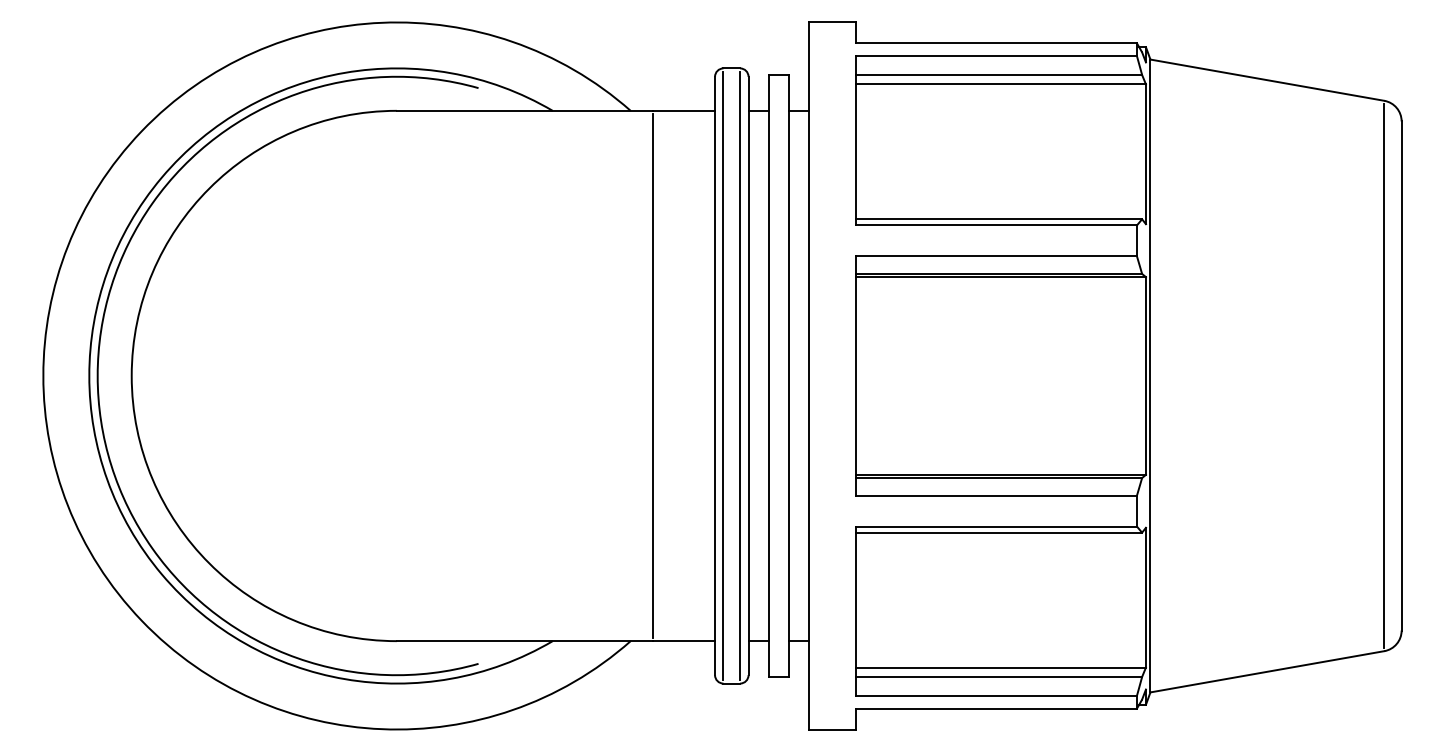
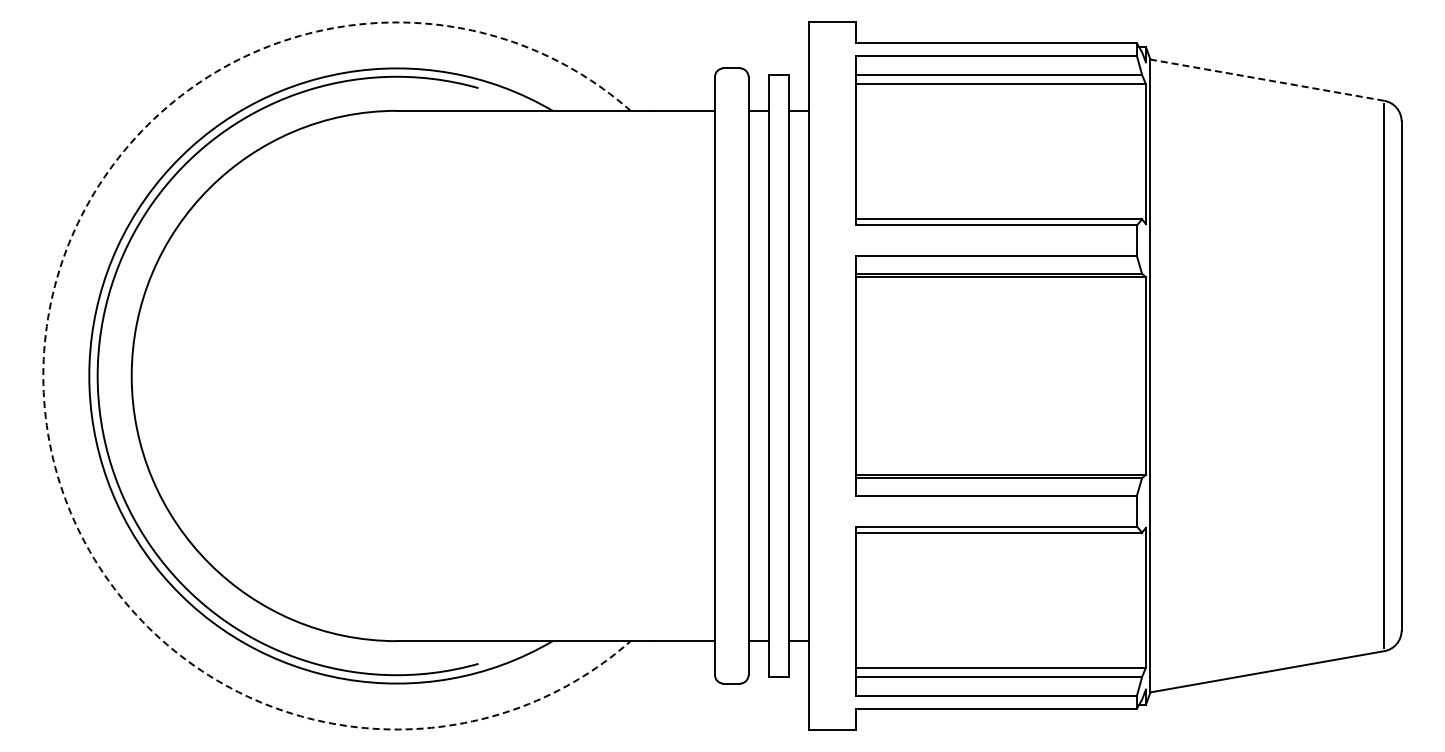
line at (1267, 80): solid -> dashed
line at (652, 375): present -> none
line at (723, 375): present -> none
line at (740, 375): present -> none
arc at (43, 376): solid -> dashed
